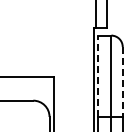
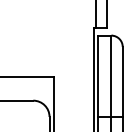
line at (98, 76): dashed -> solid
line at (122, 81): dashed -> solid
